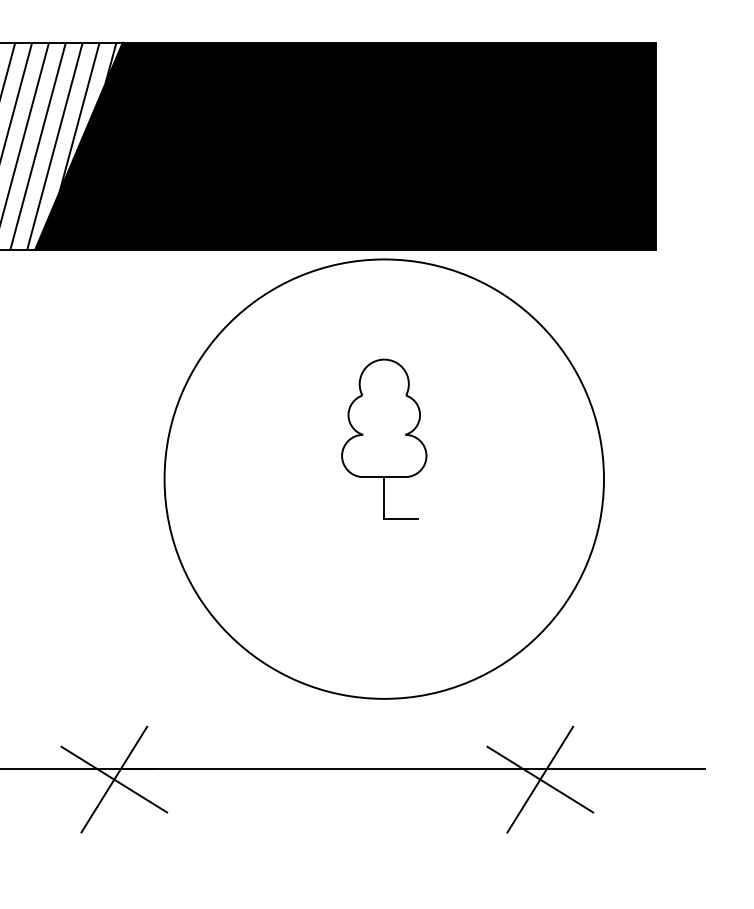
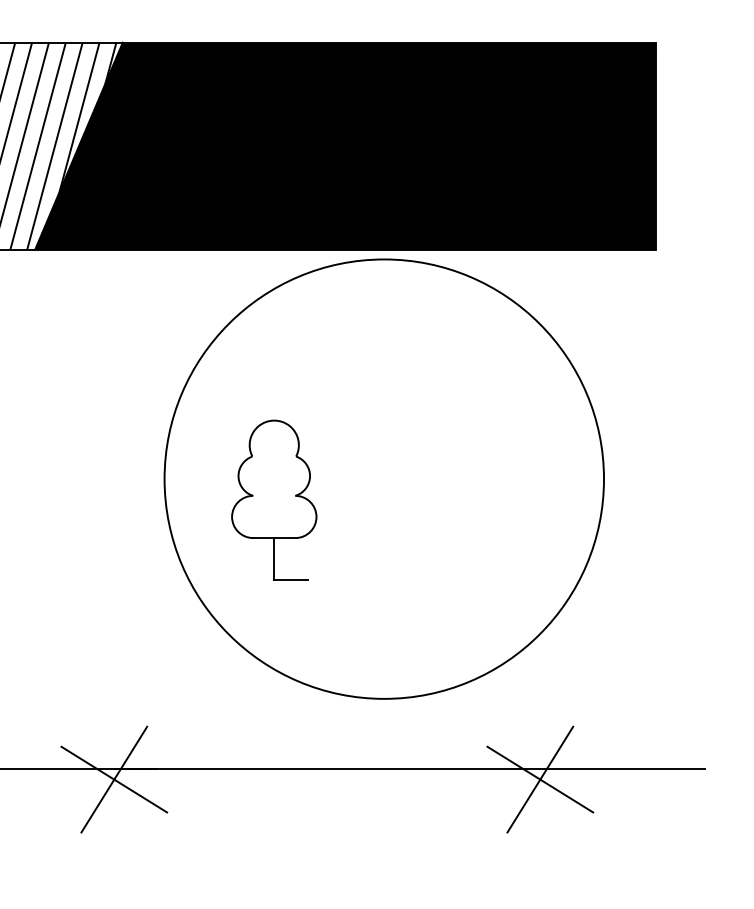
part at (384, 438) position: (384, 438) -> (274, 499)
